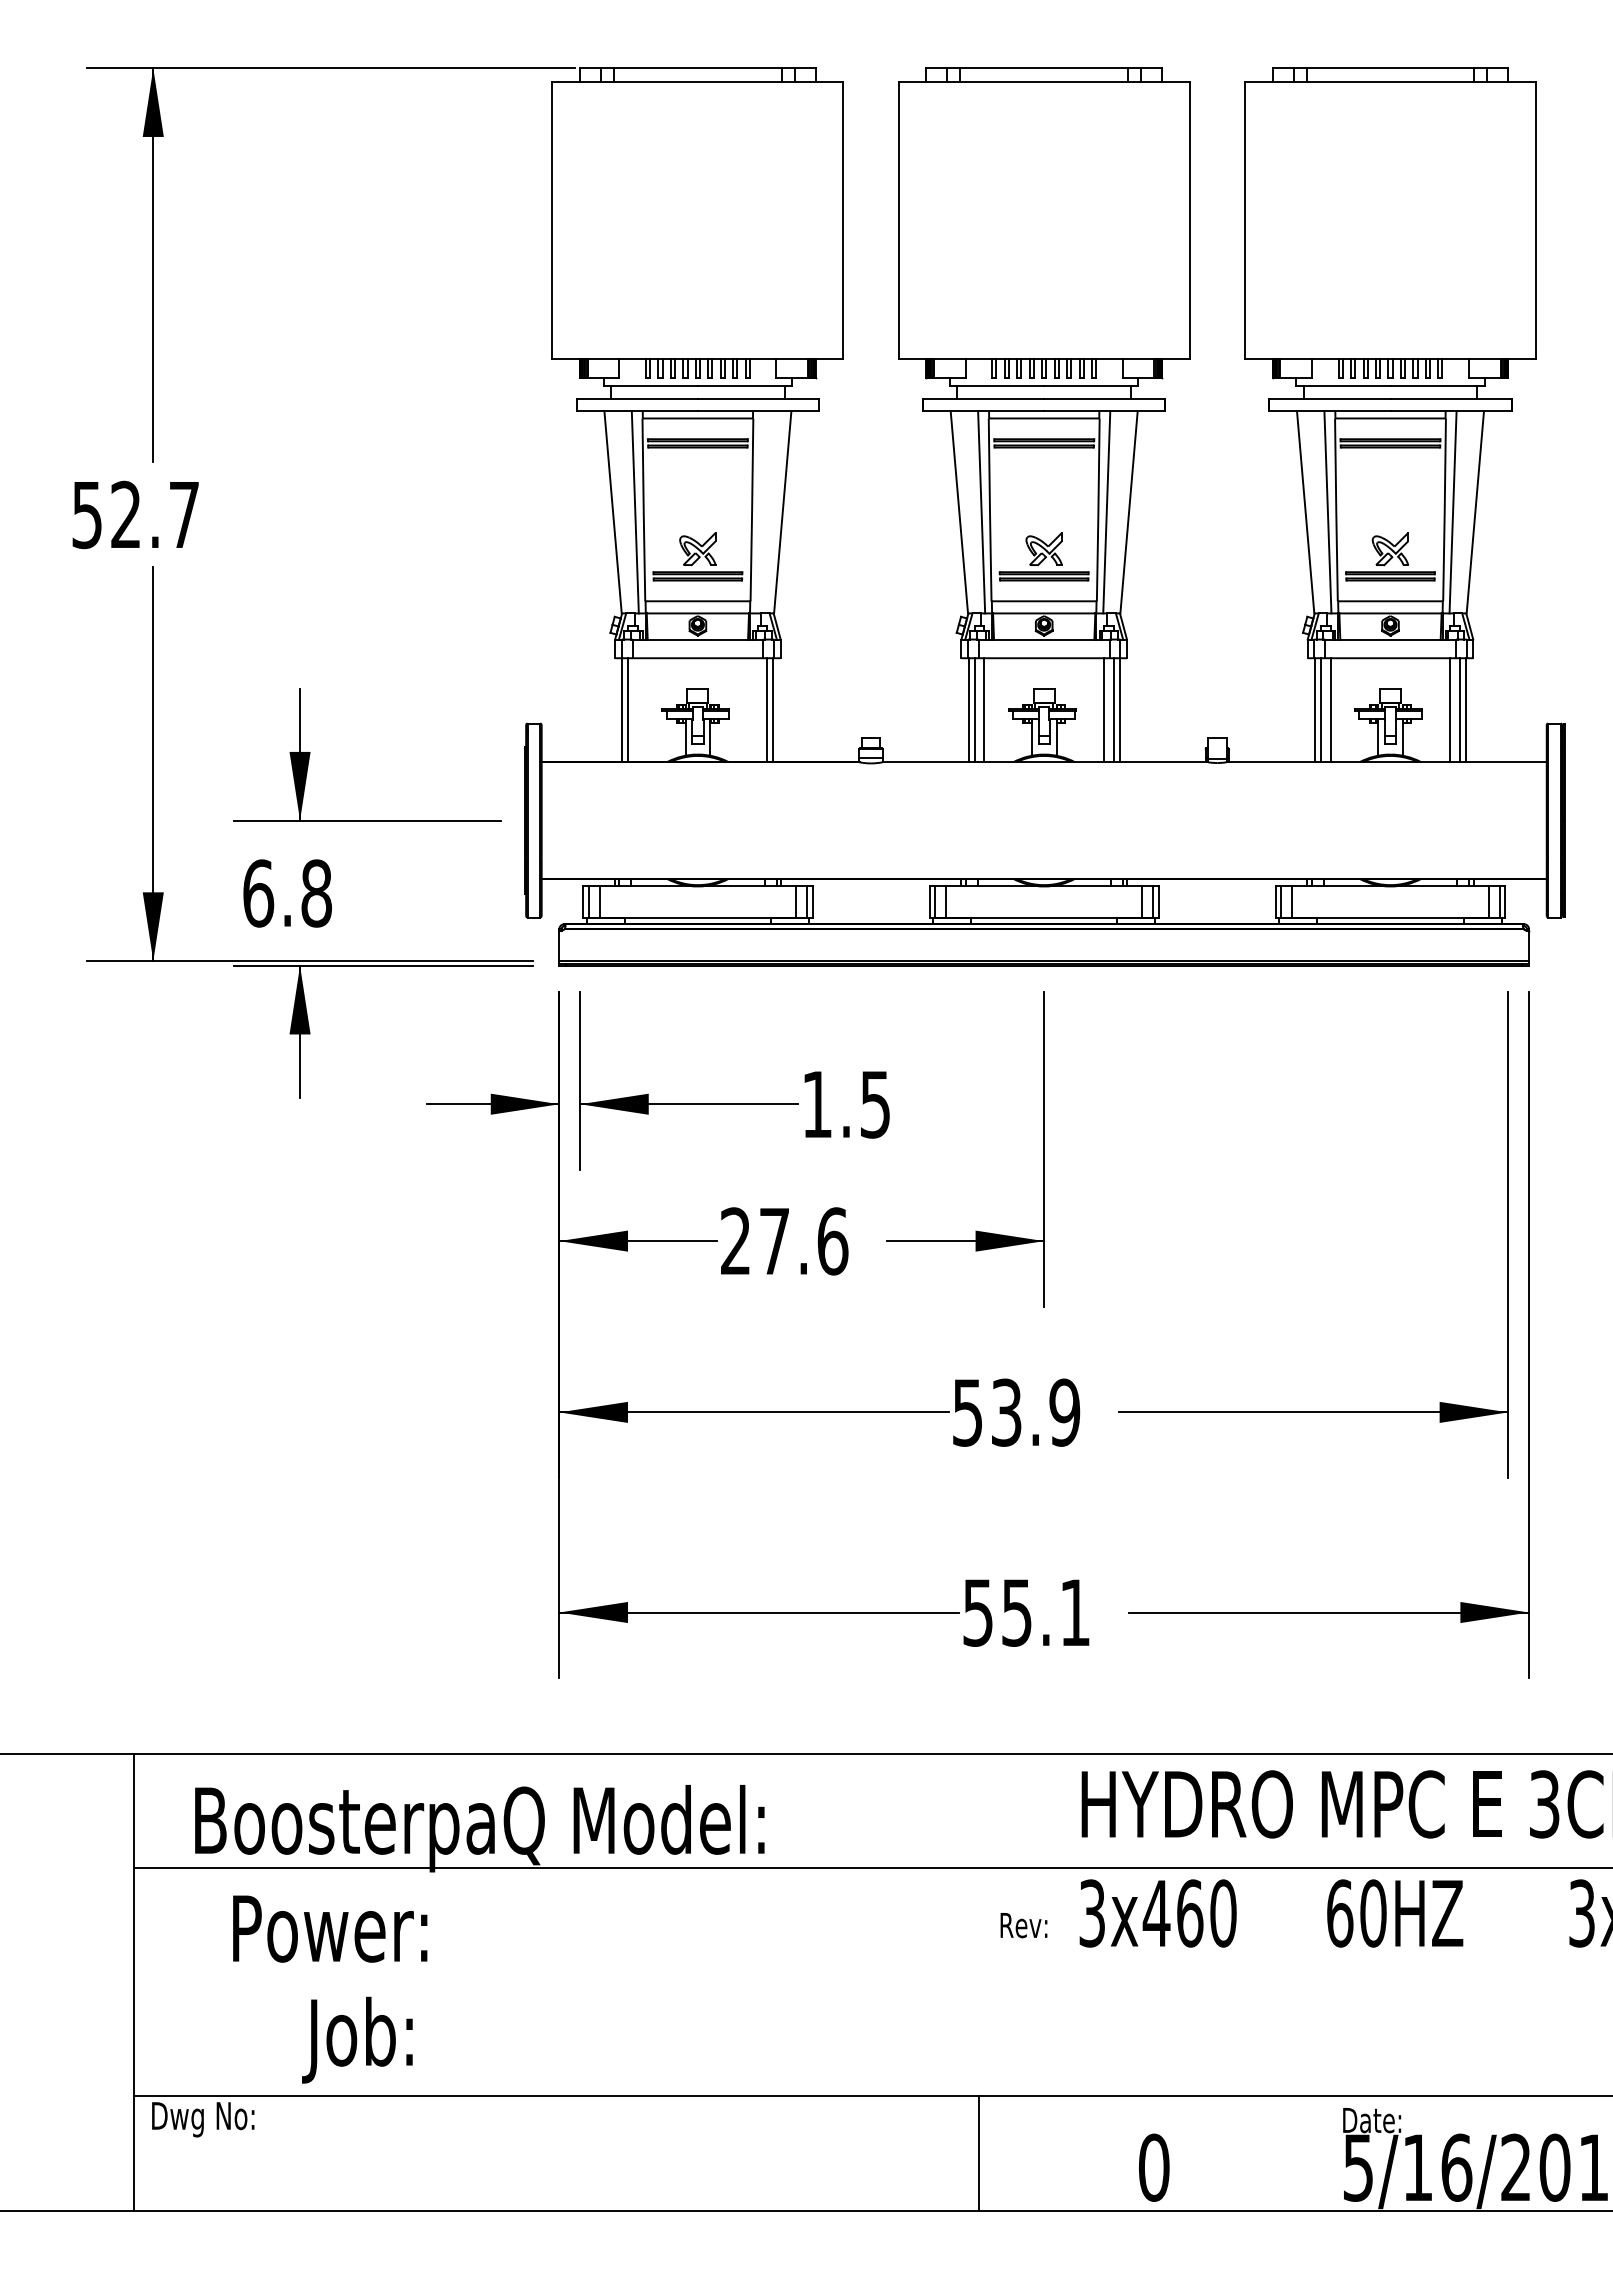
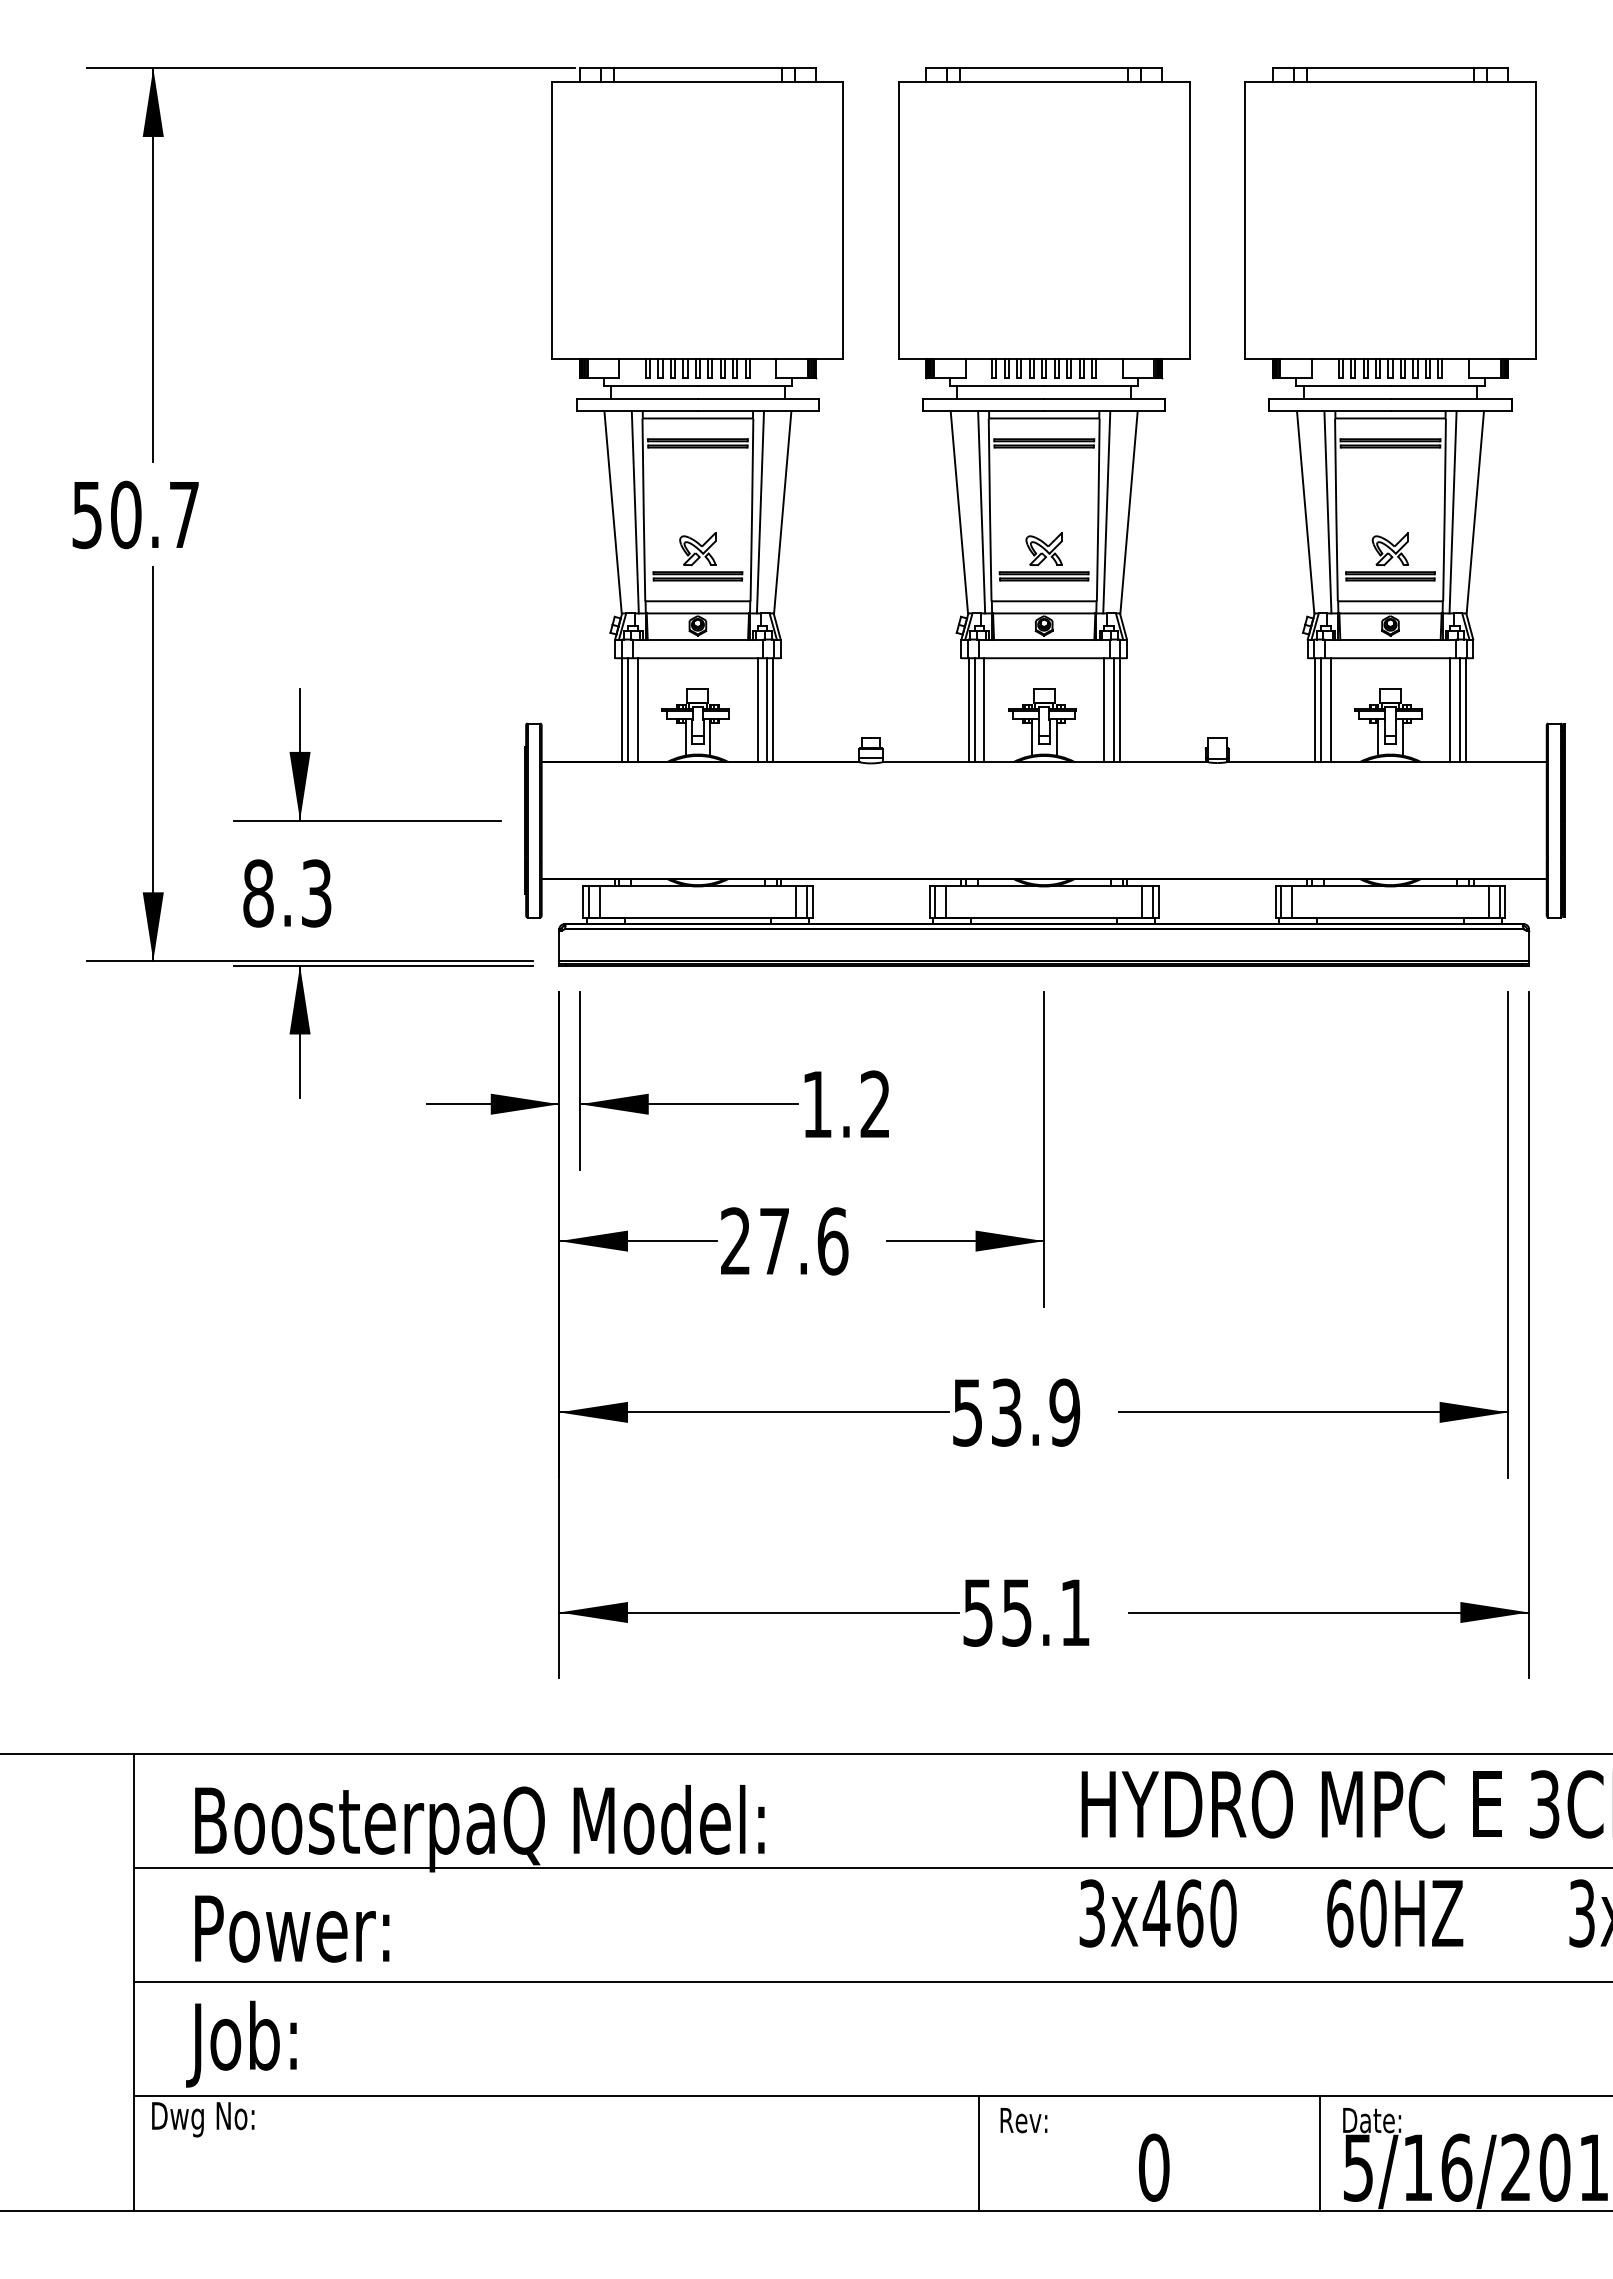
line at (760, 512): none -> present
text at (126, 514): 52.7 -> 50.7
line at (638, 710): none -> present
line at (757, 710): none -> present
text at (287, 893): 6.8 -> 8.3
text at (874, 1104): 1.5 -> 1.2
text at (1023, 1925) position: (1023, 1925) -> (1023, 2120)
text at (330, 1928) position: (330, 1928) -> (292, 1928)
line at (871, 1982): none -> present
text at (357, 2039) position: (357, 2039) -> (241, 2043)
line at (1319, 2153): none -> present
